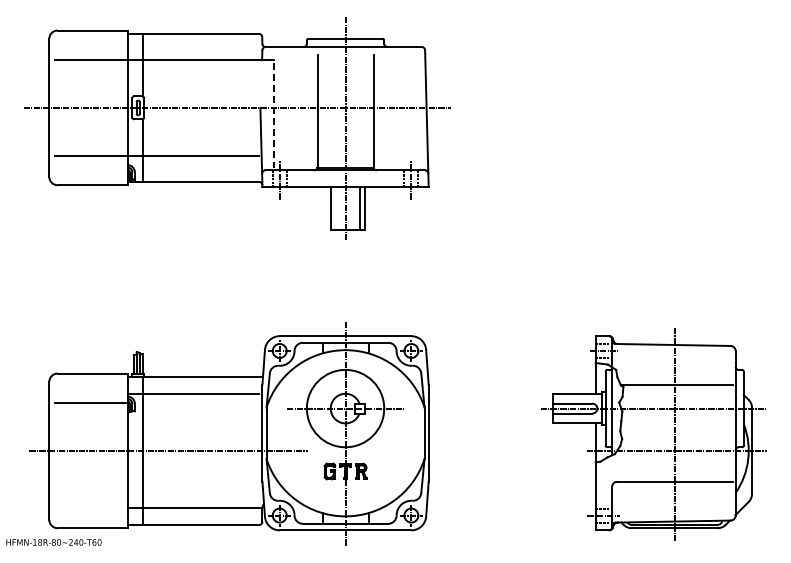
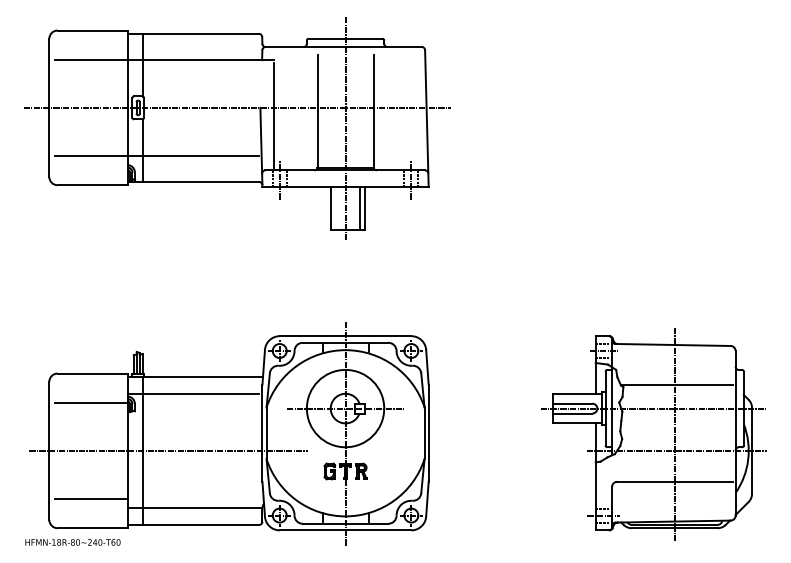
line at (273, 116): dashed -> solid
line at (91, 498): none -> present
text at (53, 542) position: (53, 542) -> (72, 542)
